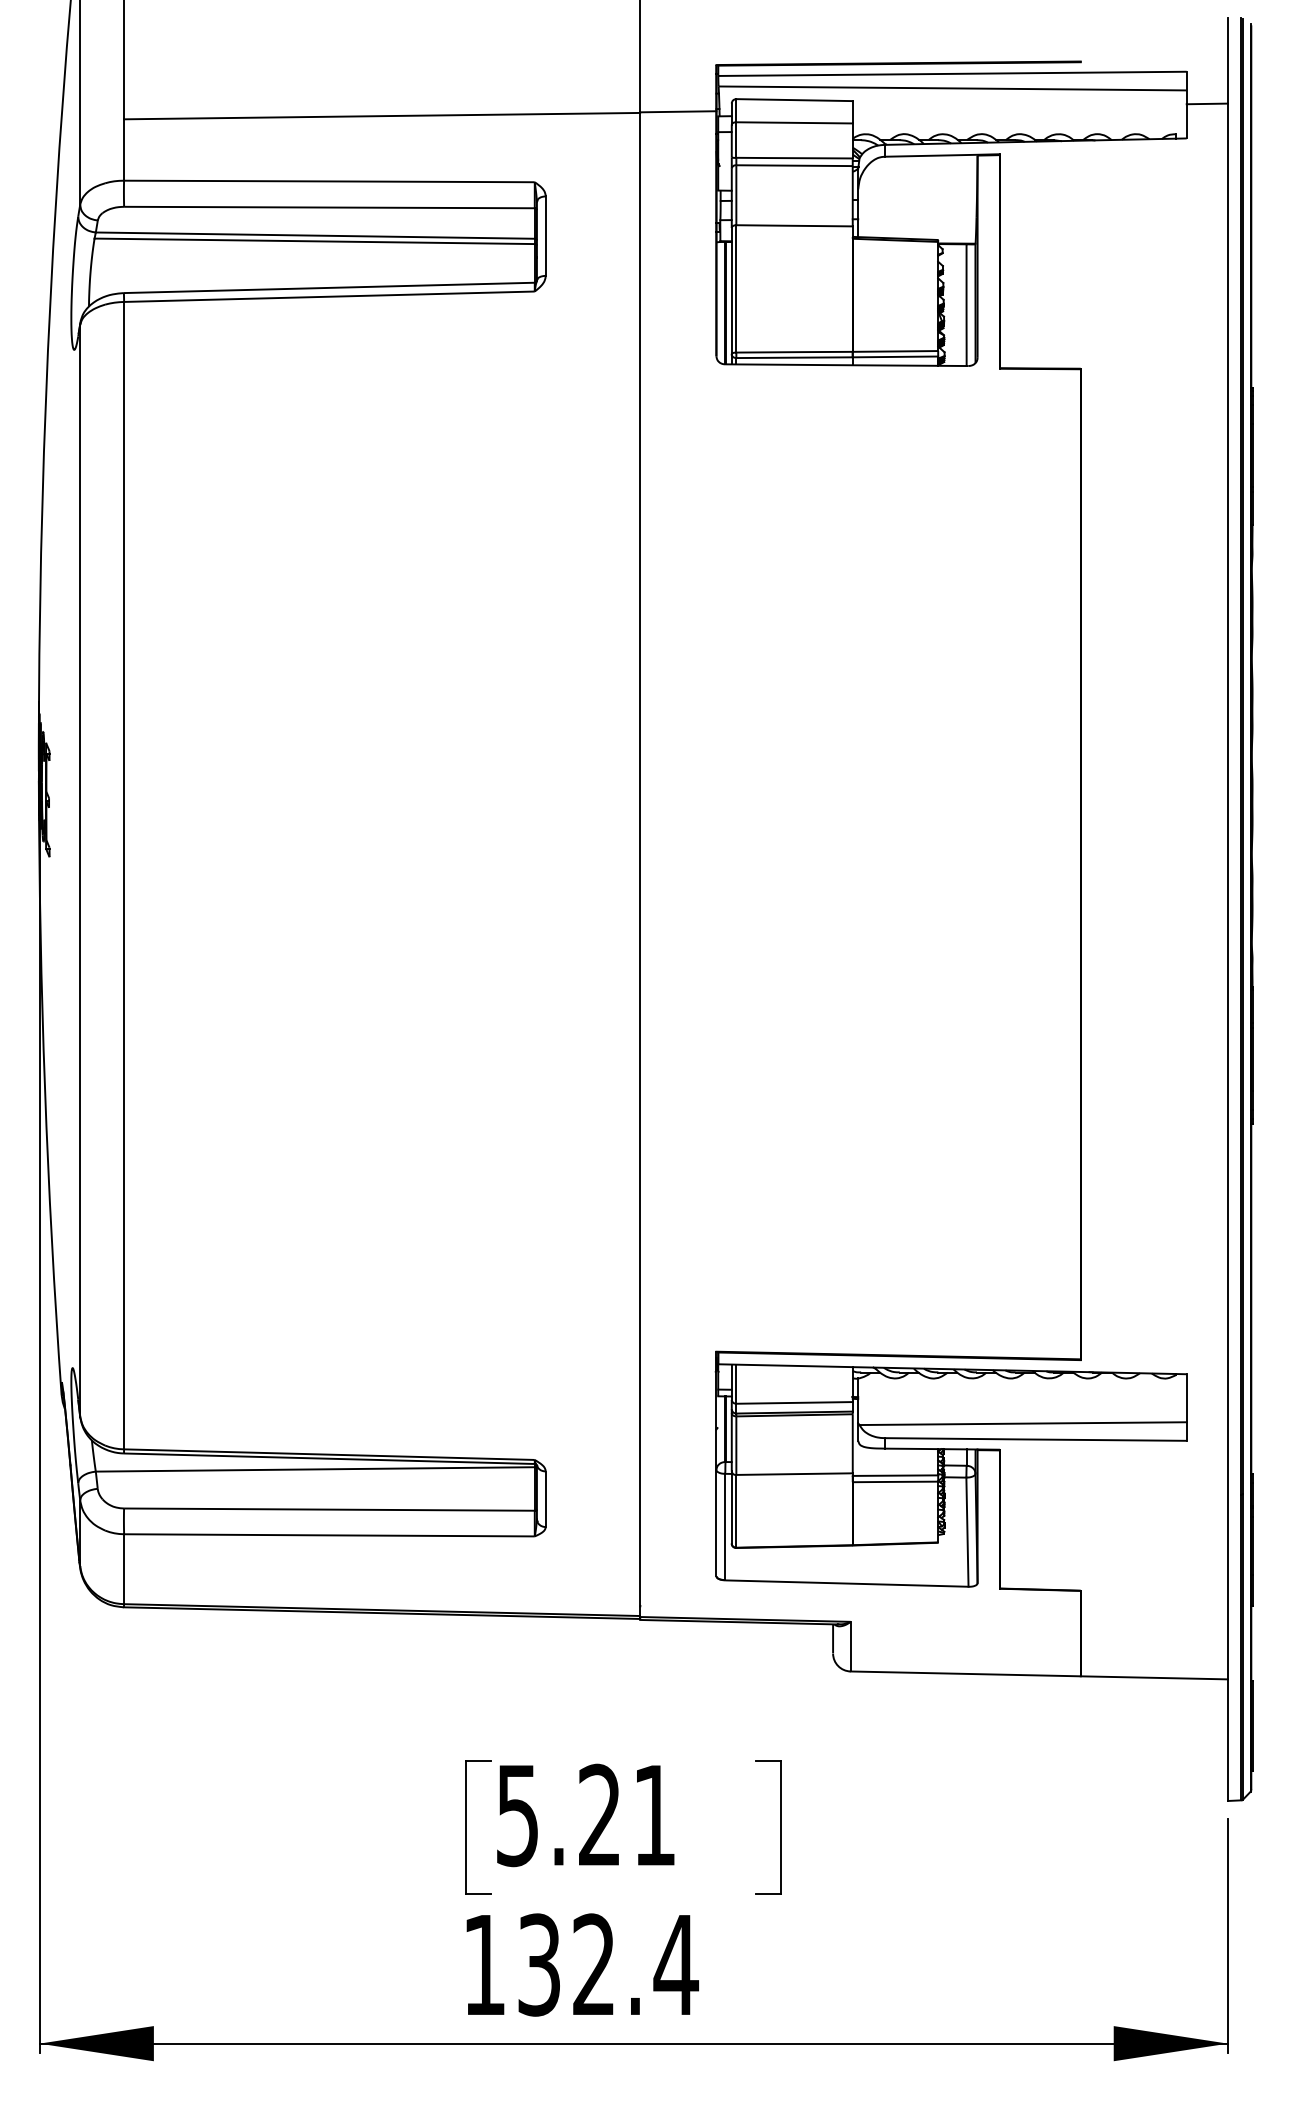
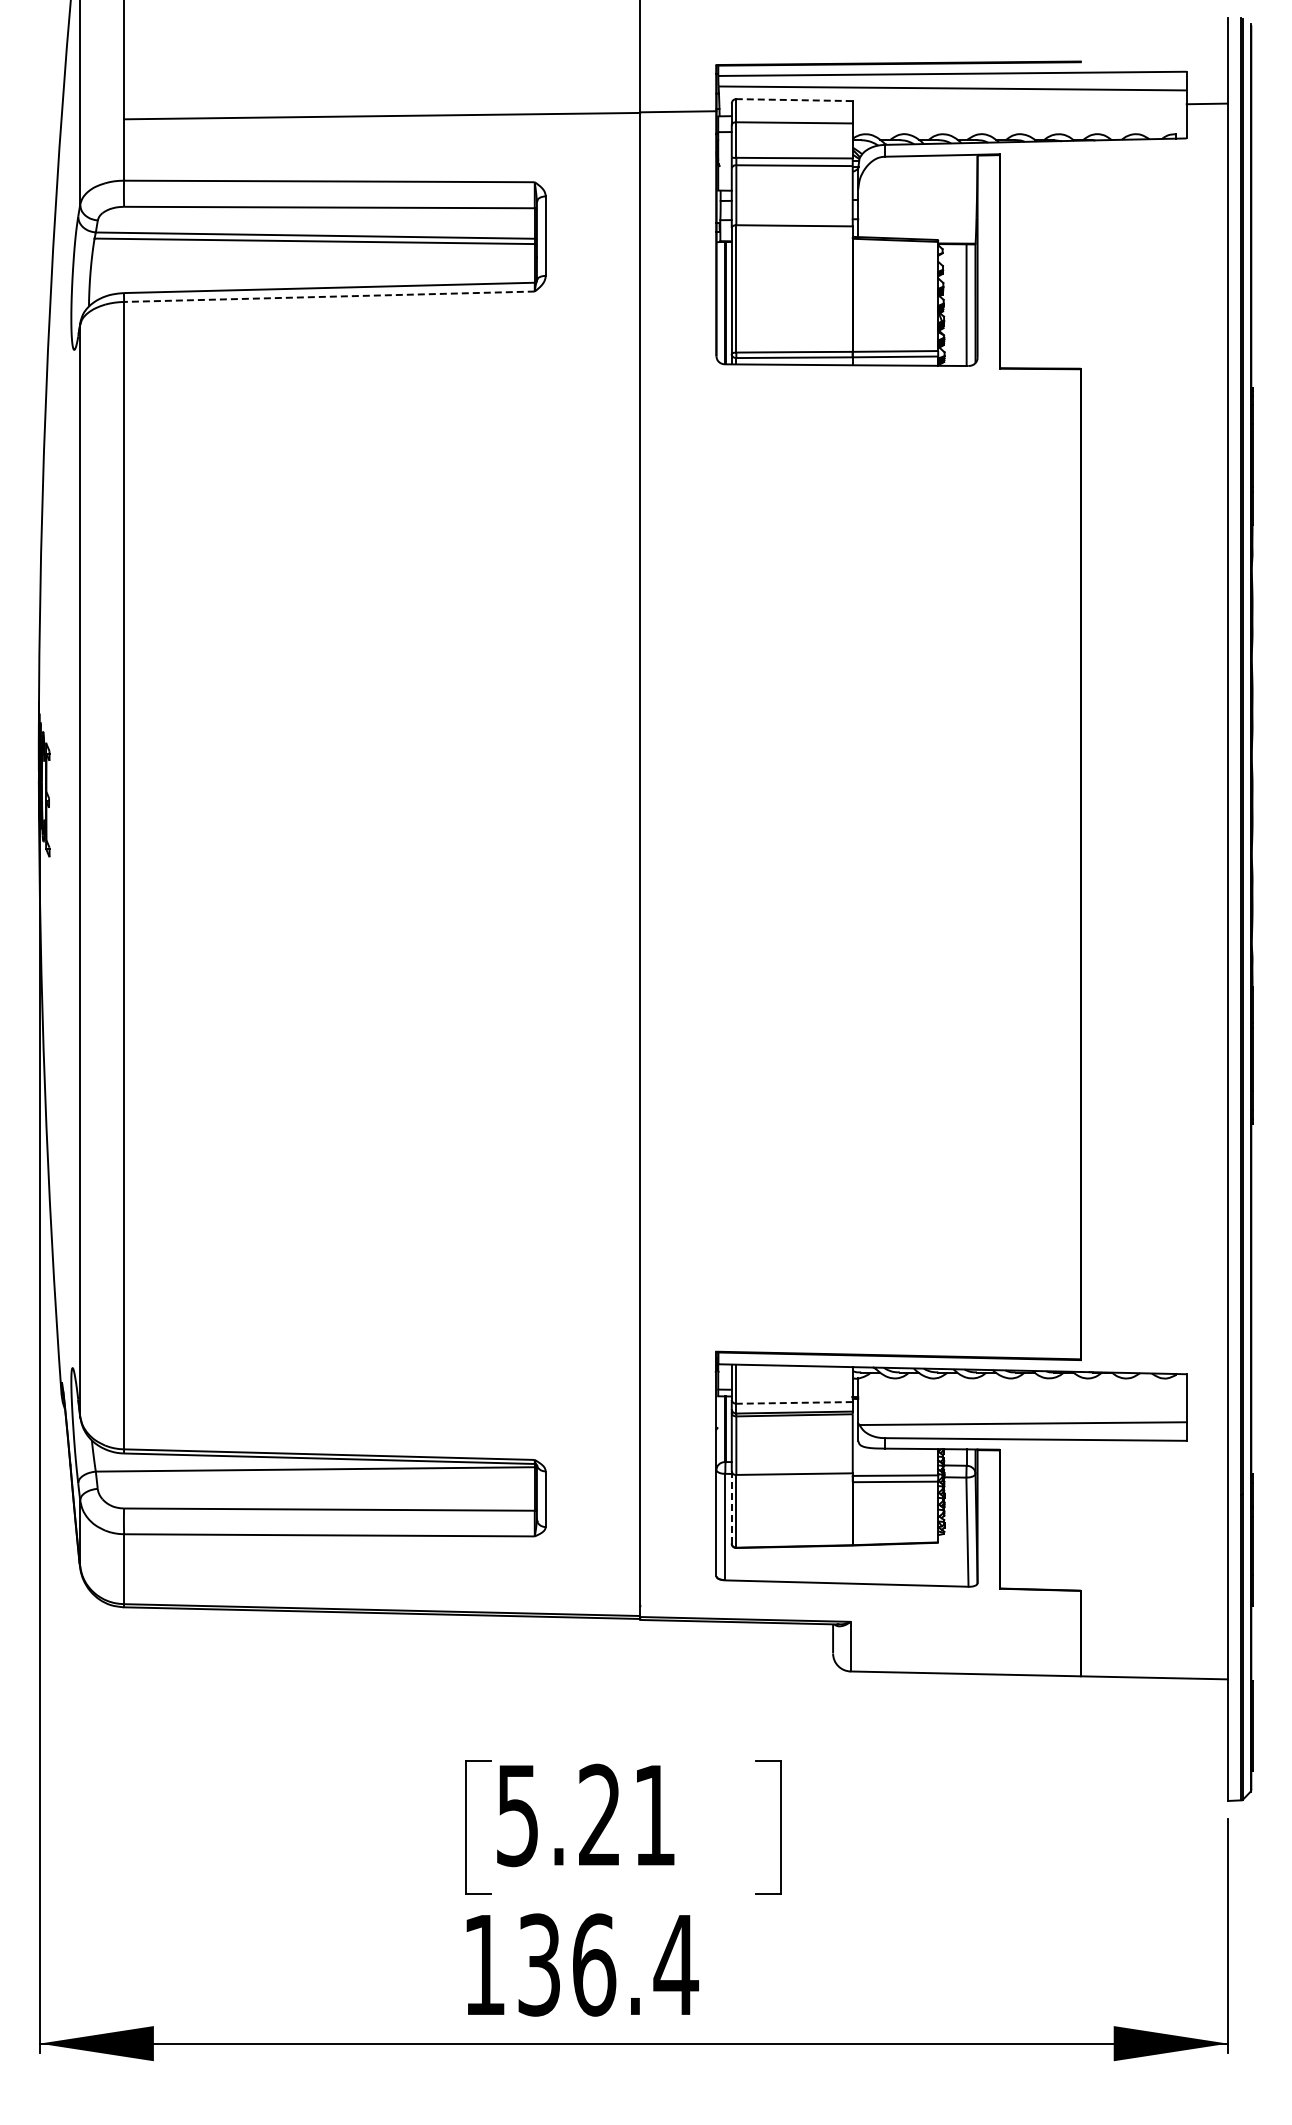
line at (794, 100): solid -> dashed
line at (328, 296): solid -> dashed
line at (794, 1402): solid -> dashed
line at (731, 1506): solid -> dashed
text at (594, 1964): 132.4 -> 136.4
